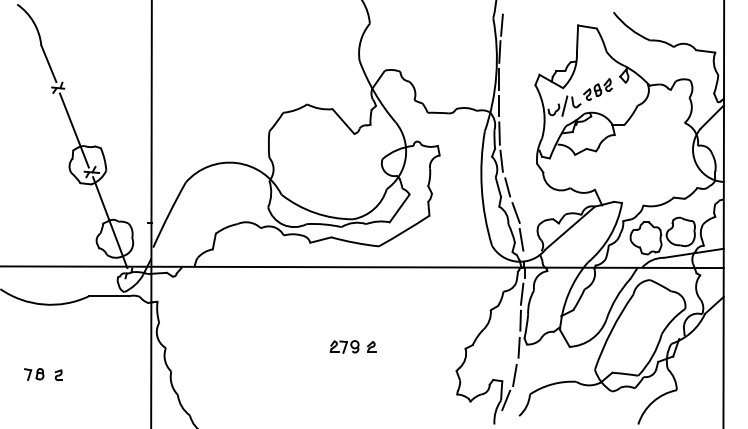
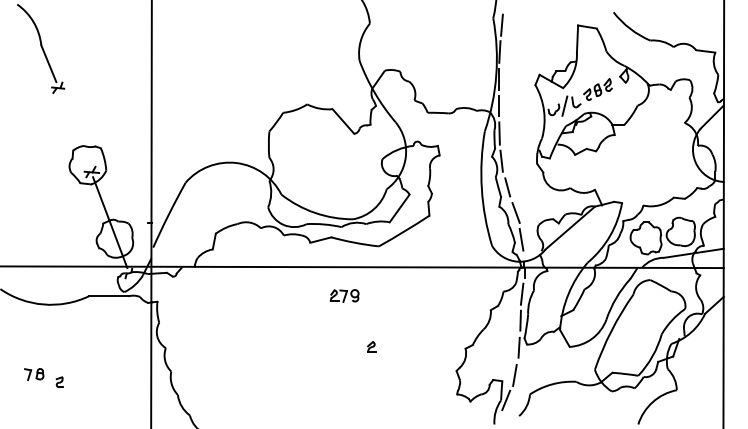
line at (73, 130): present -> none
part at (344, 346) position: (344, 346) -> (344, 295)
part at (58, 374) position: (58, 374) -> (59, 381)
